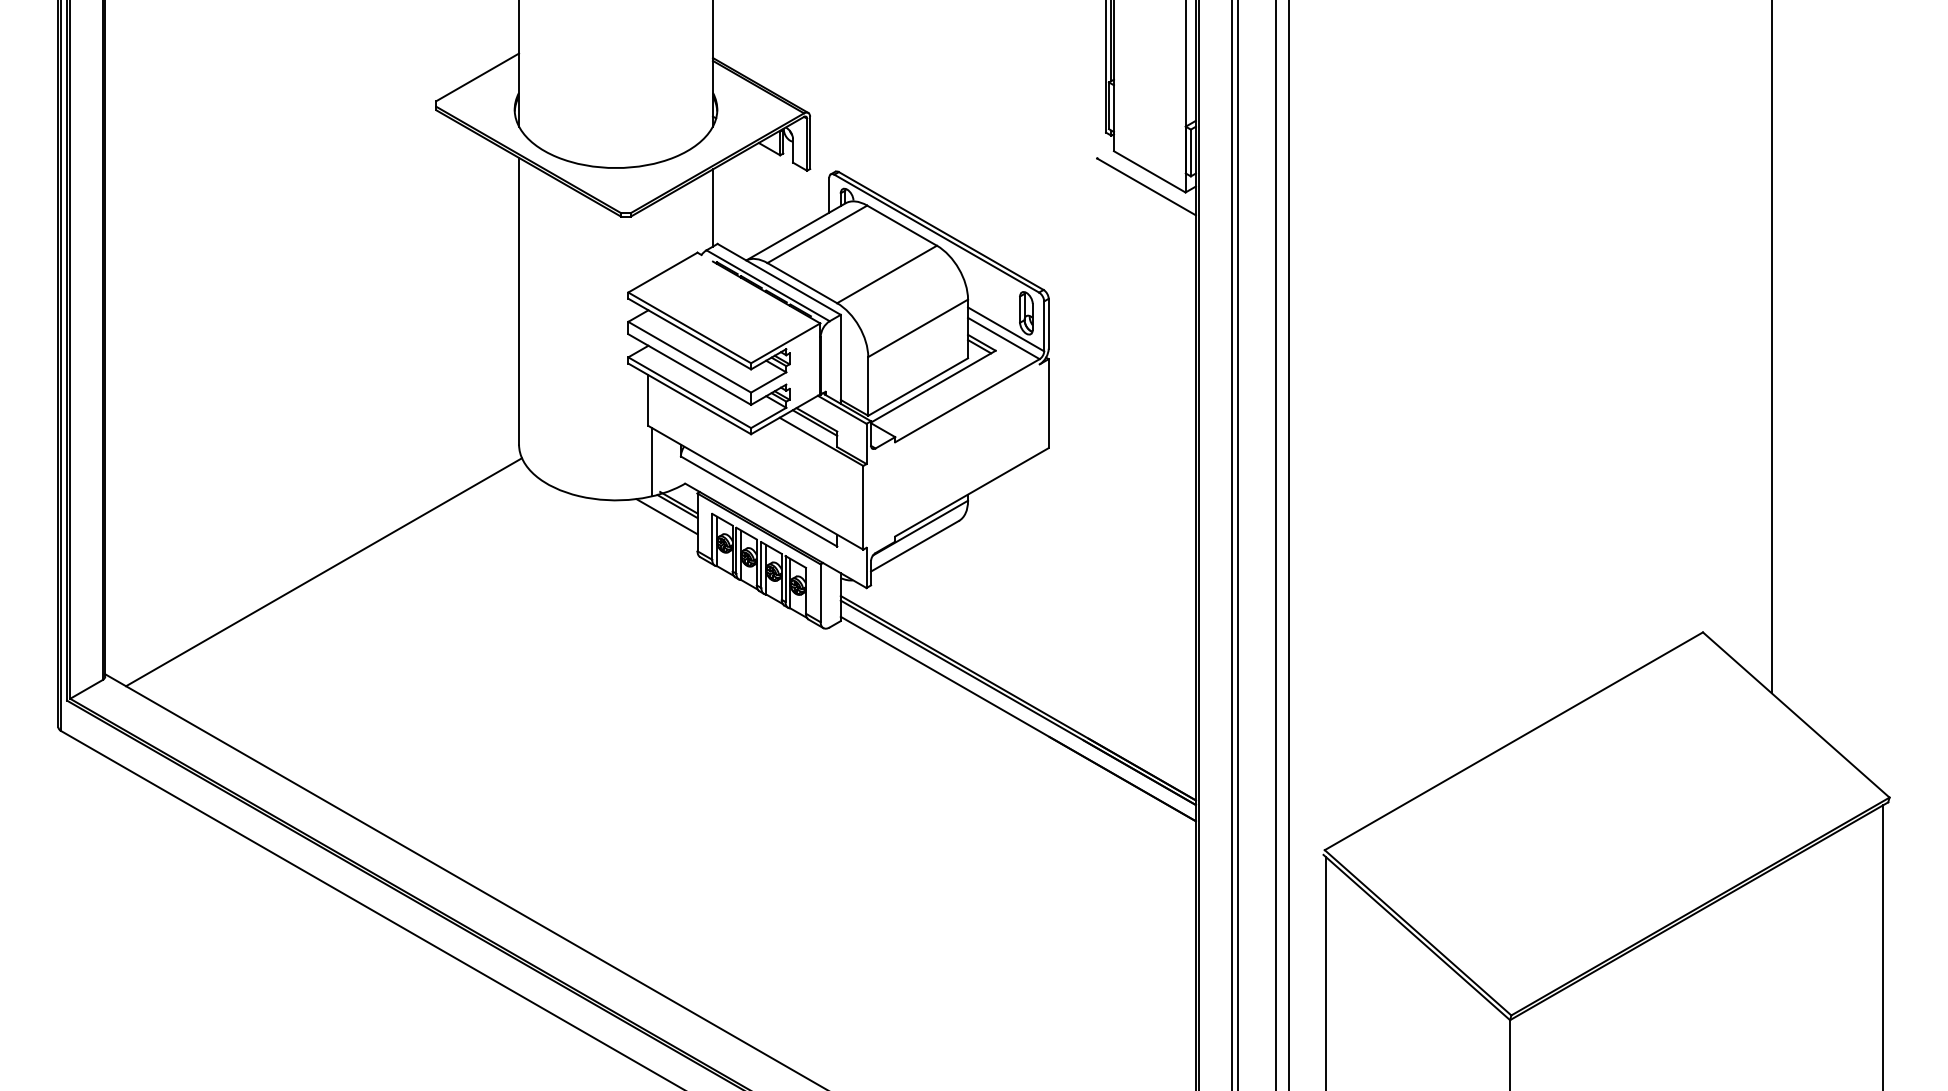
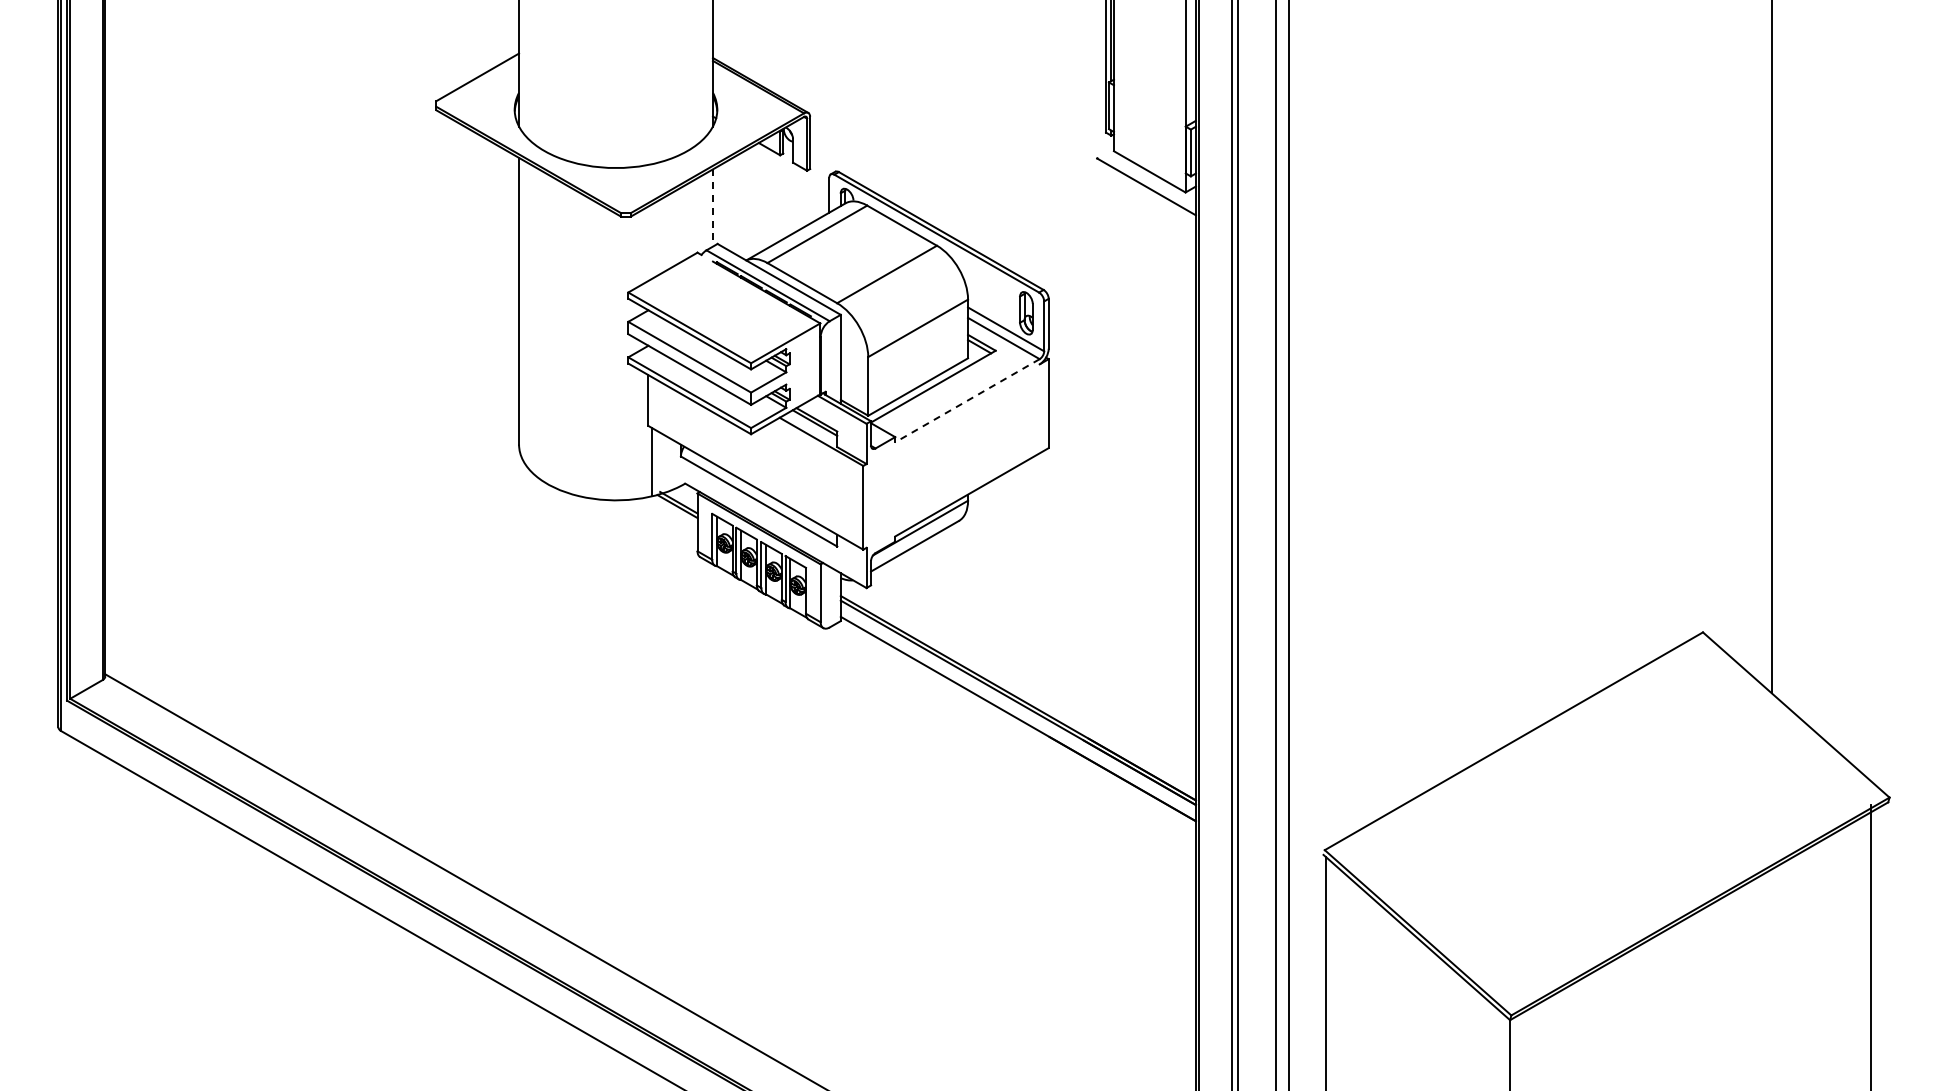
line at (712, 207): solid -> dashed
line at (967, 401): solid -> dashed
line at (666, 516): present -> none
line at (324, 572): present -> none
line at (1883, 946) position: (1883, 946) -> (1871, 946)
